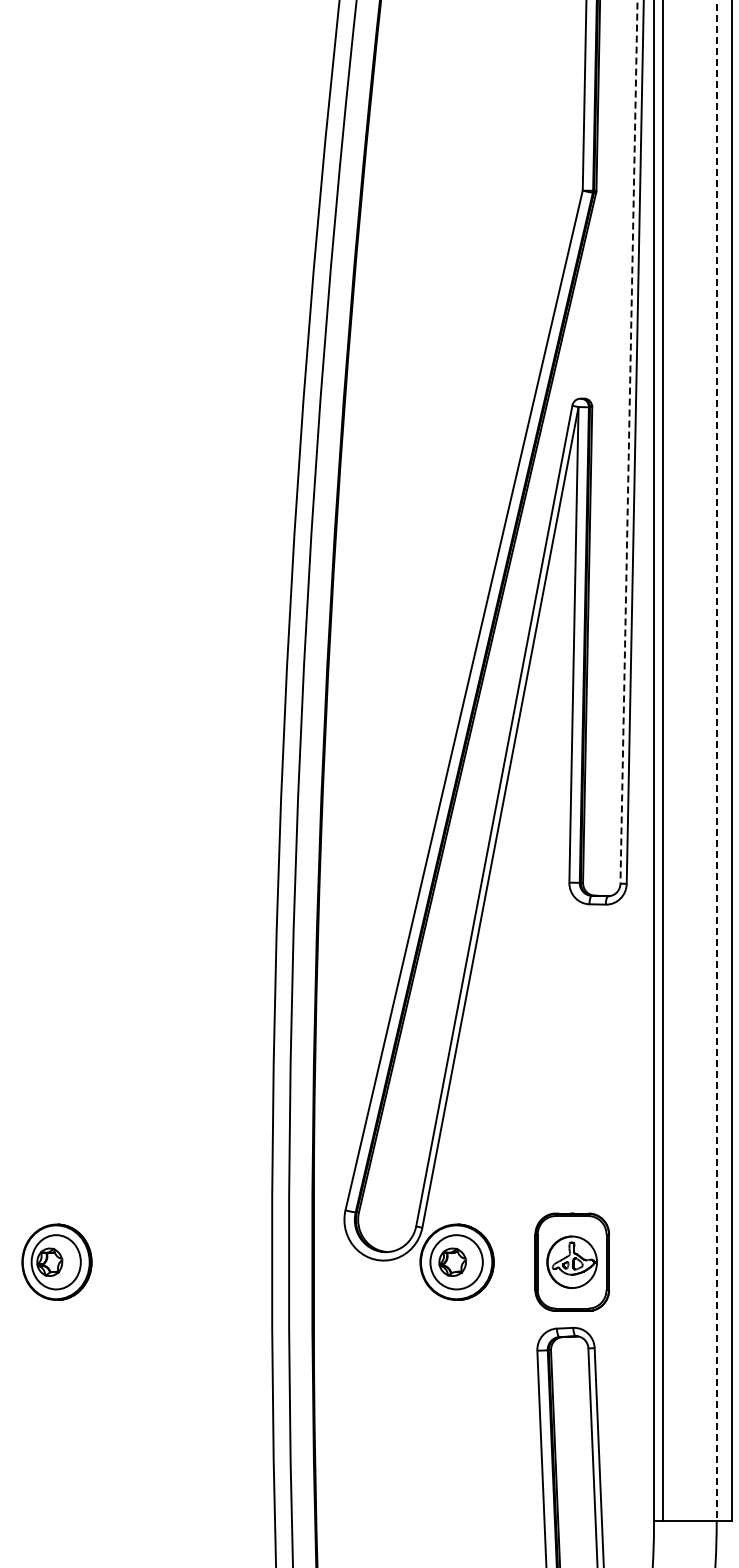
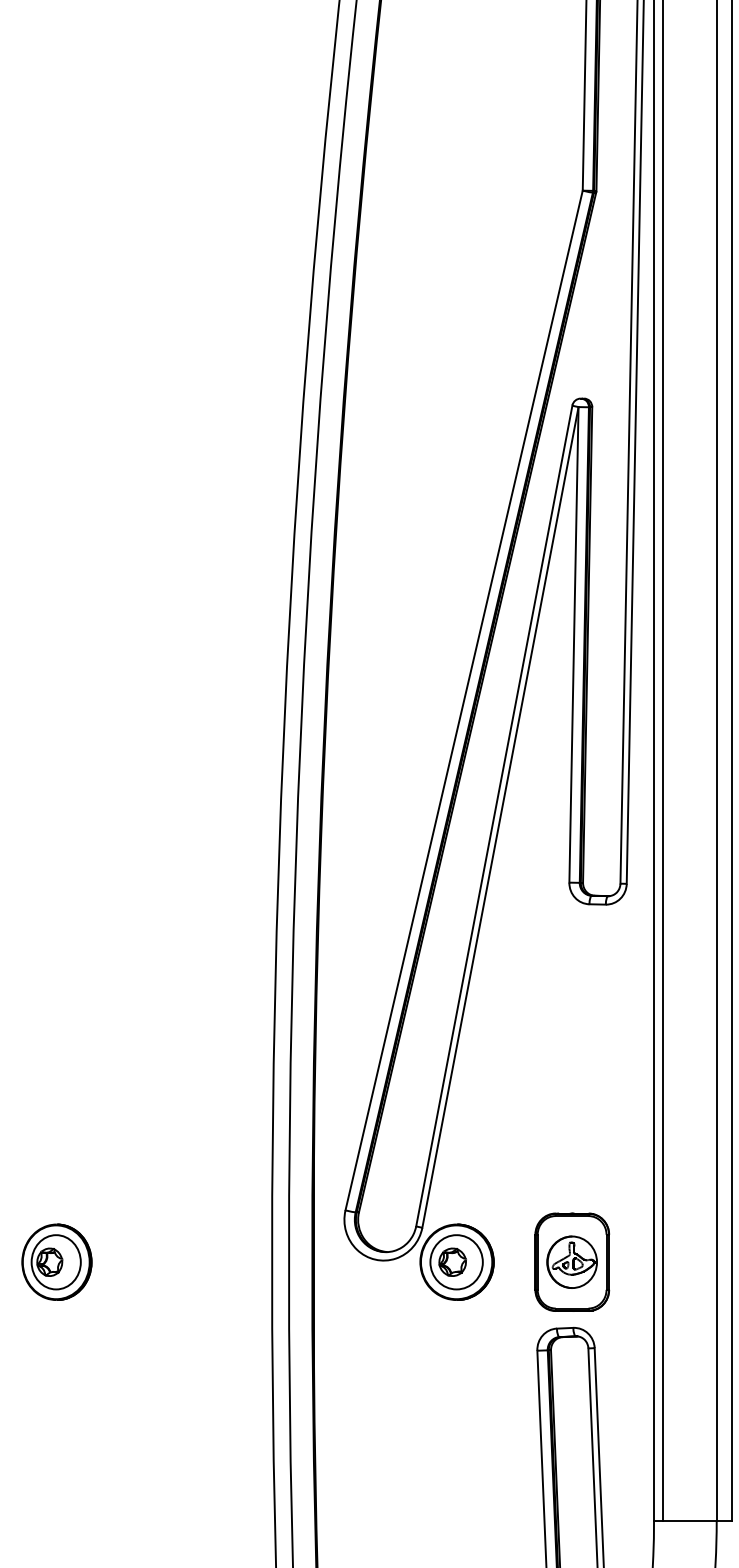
line at (629, 441): dashed -> solid
line at (716, 761): dashed -> solid
